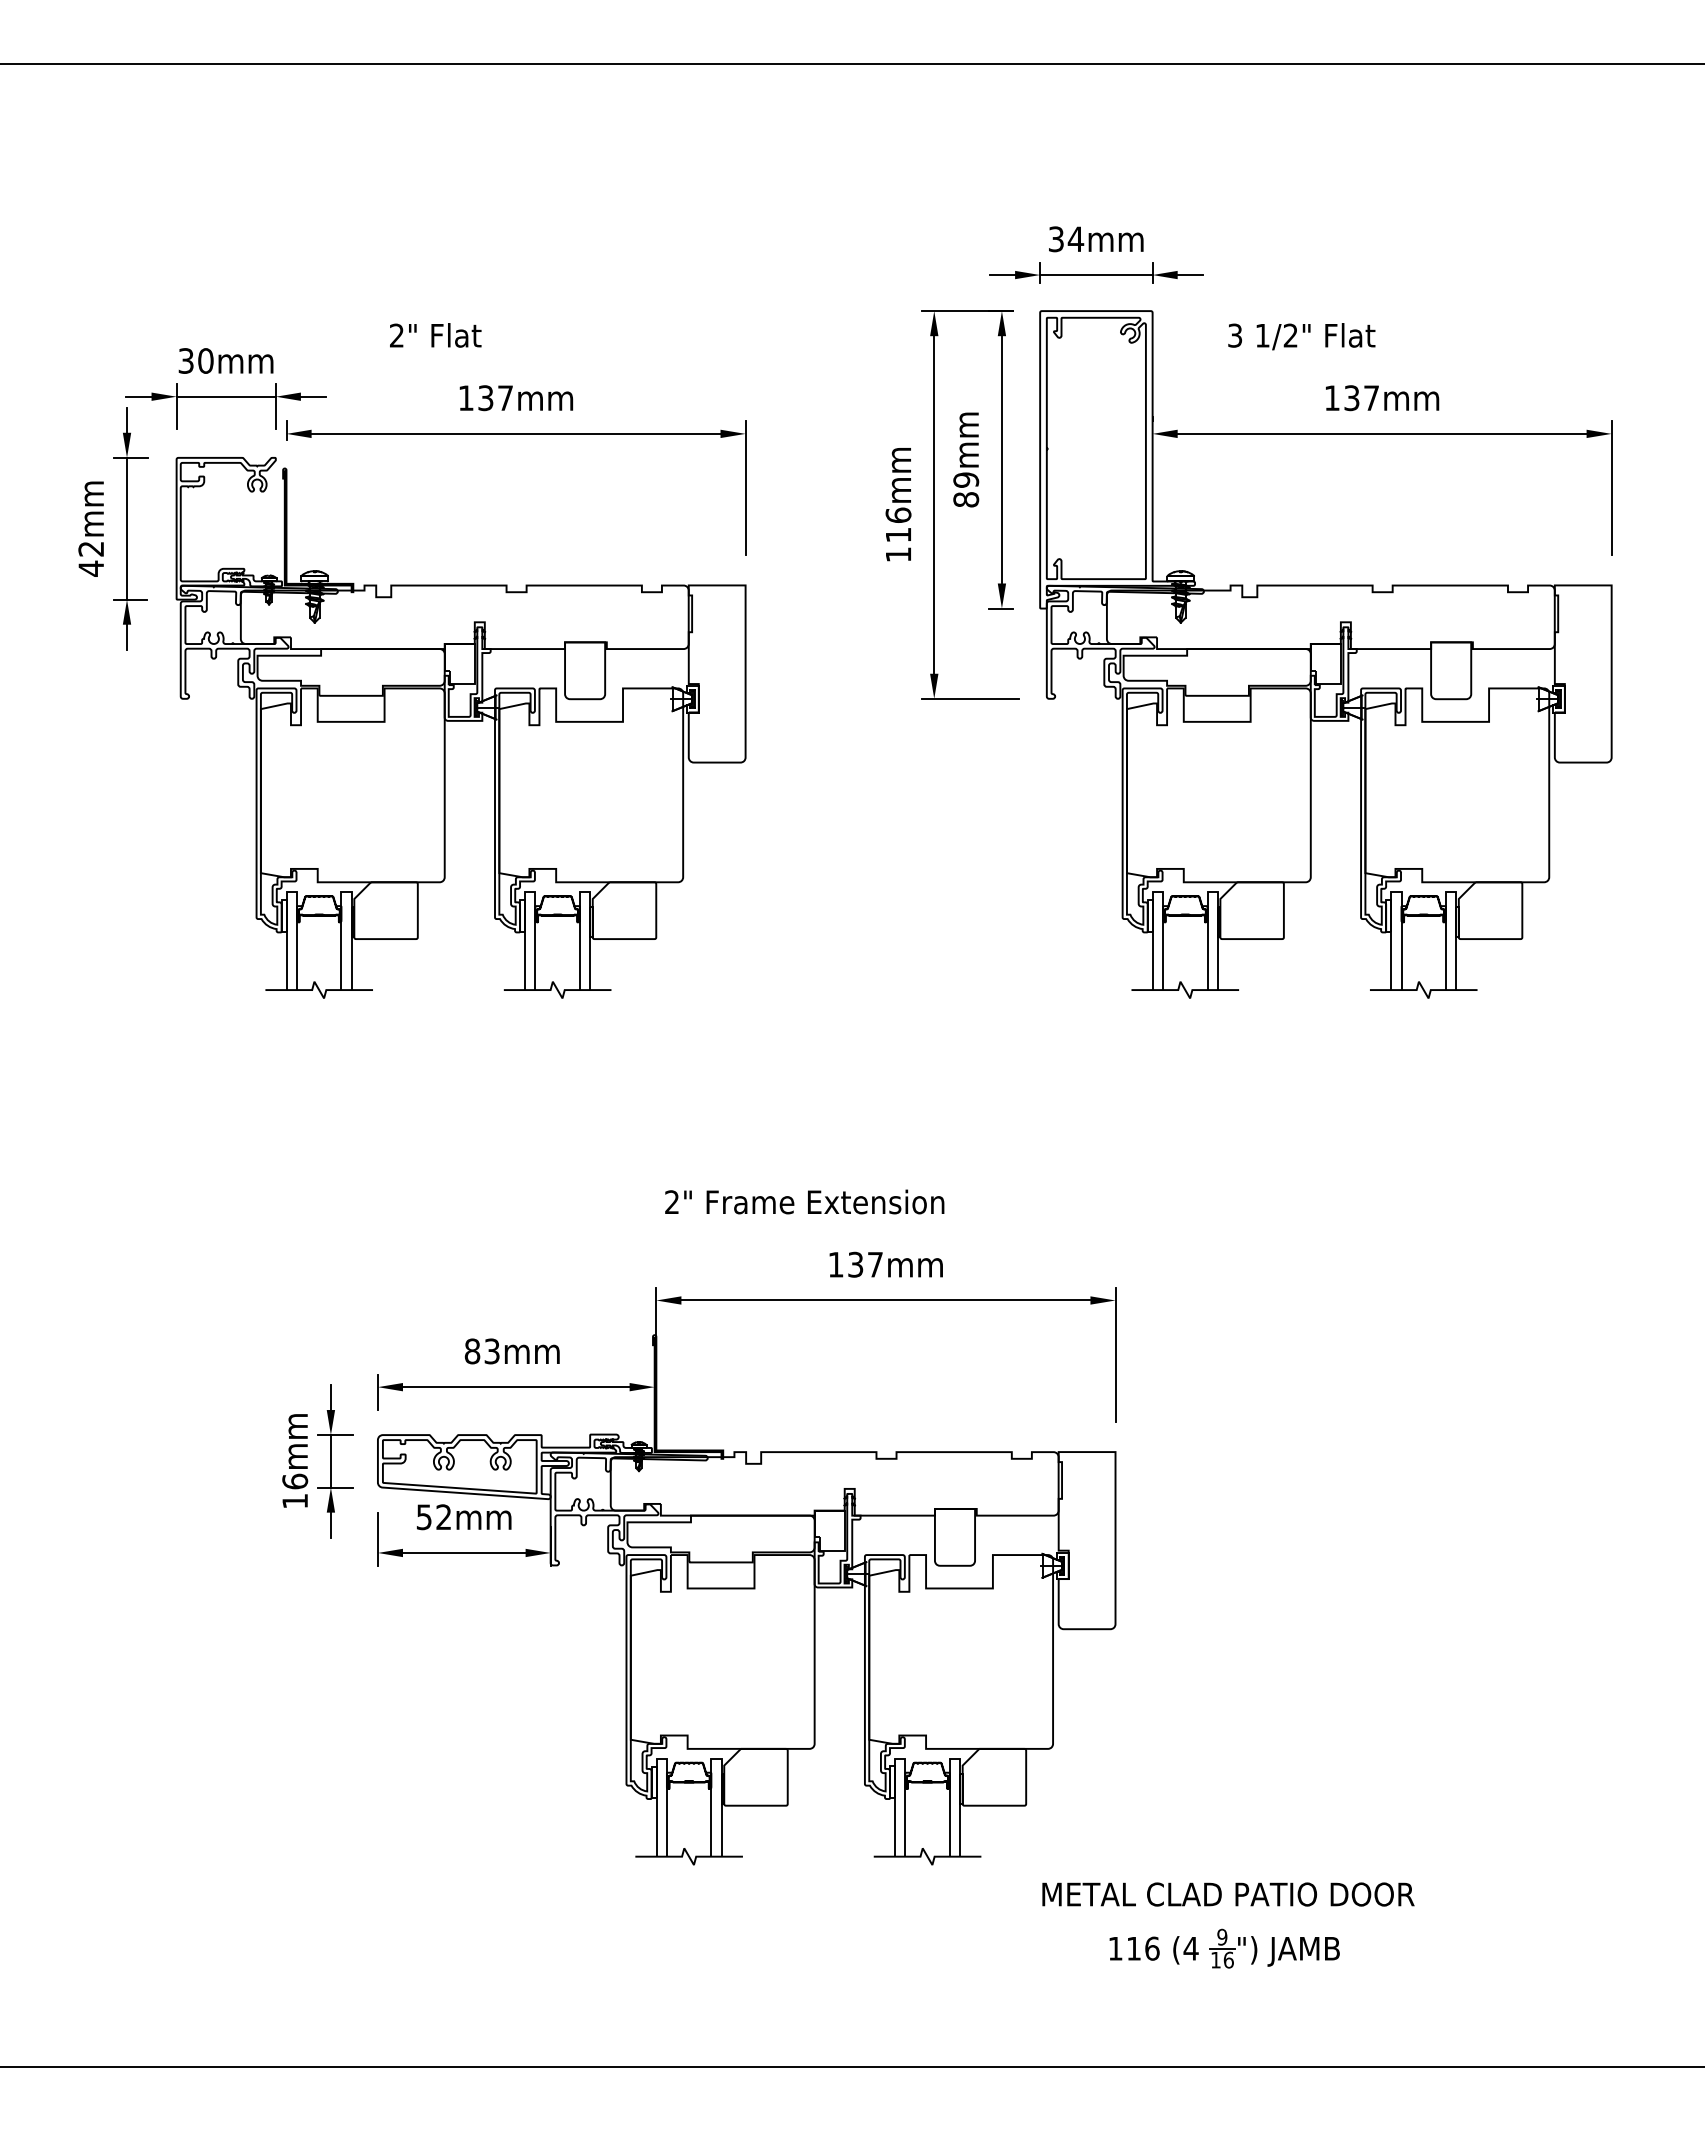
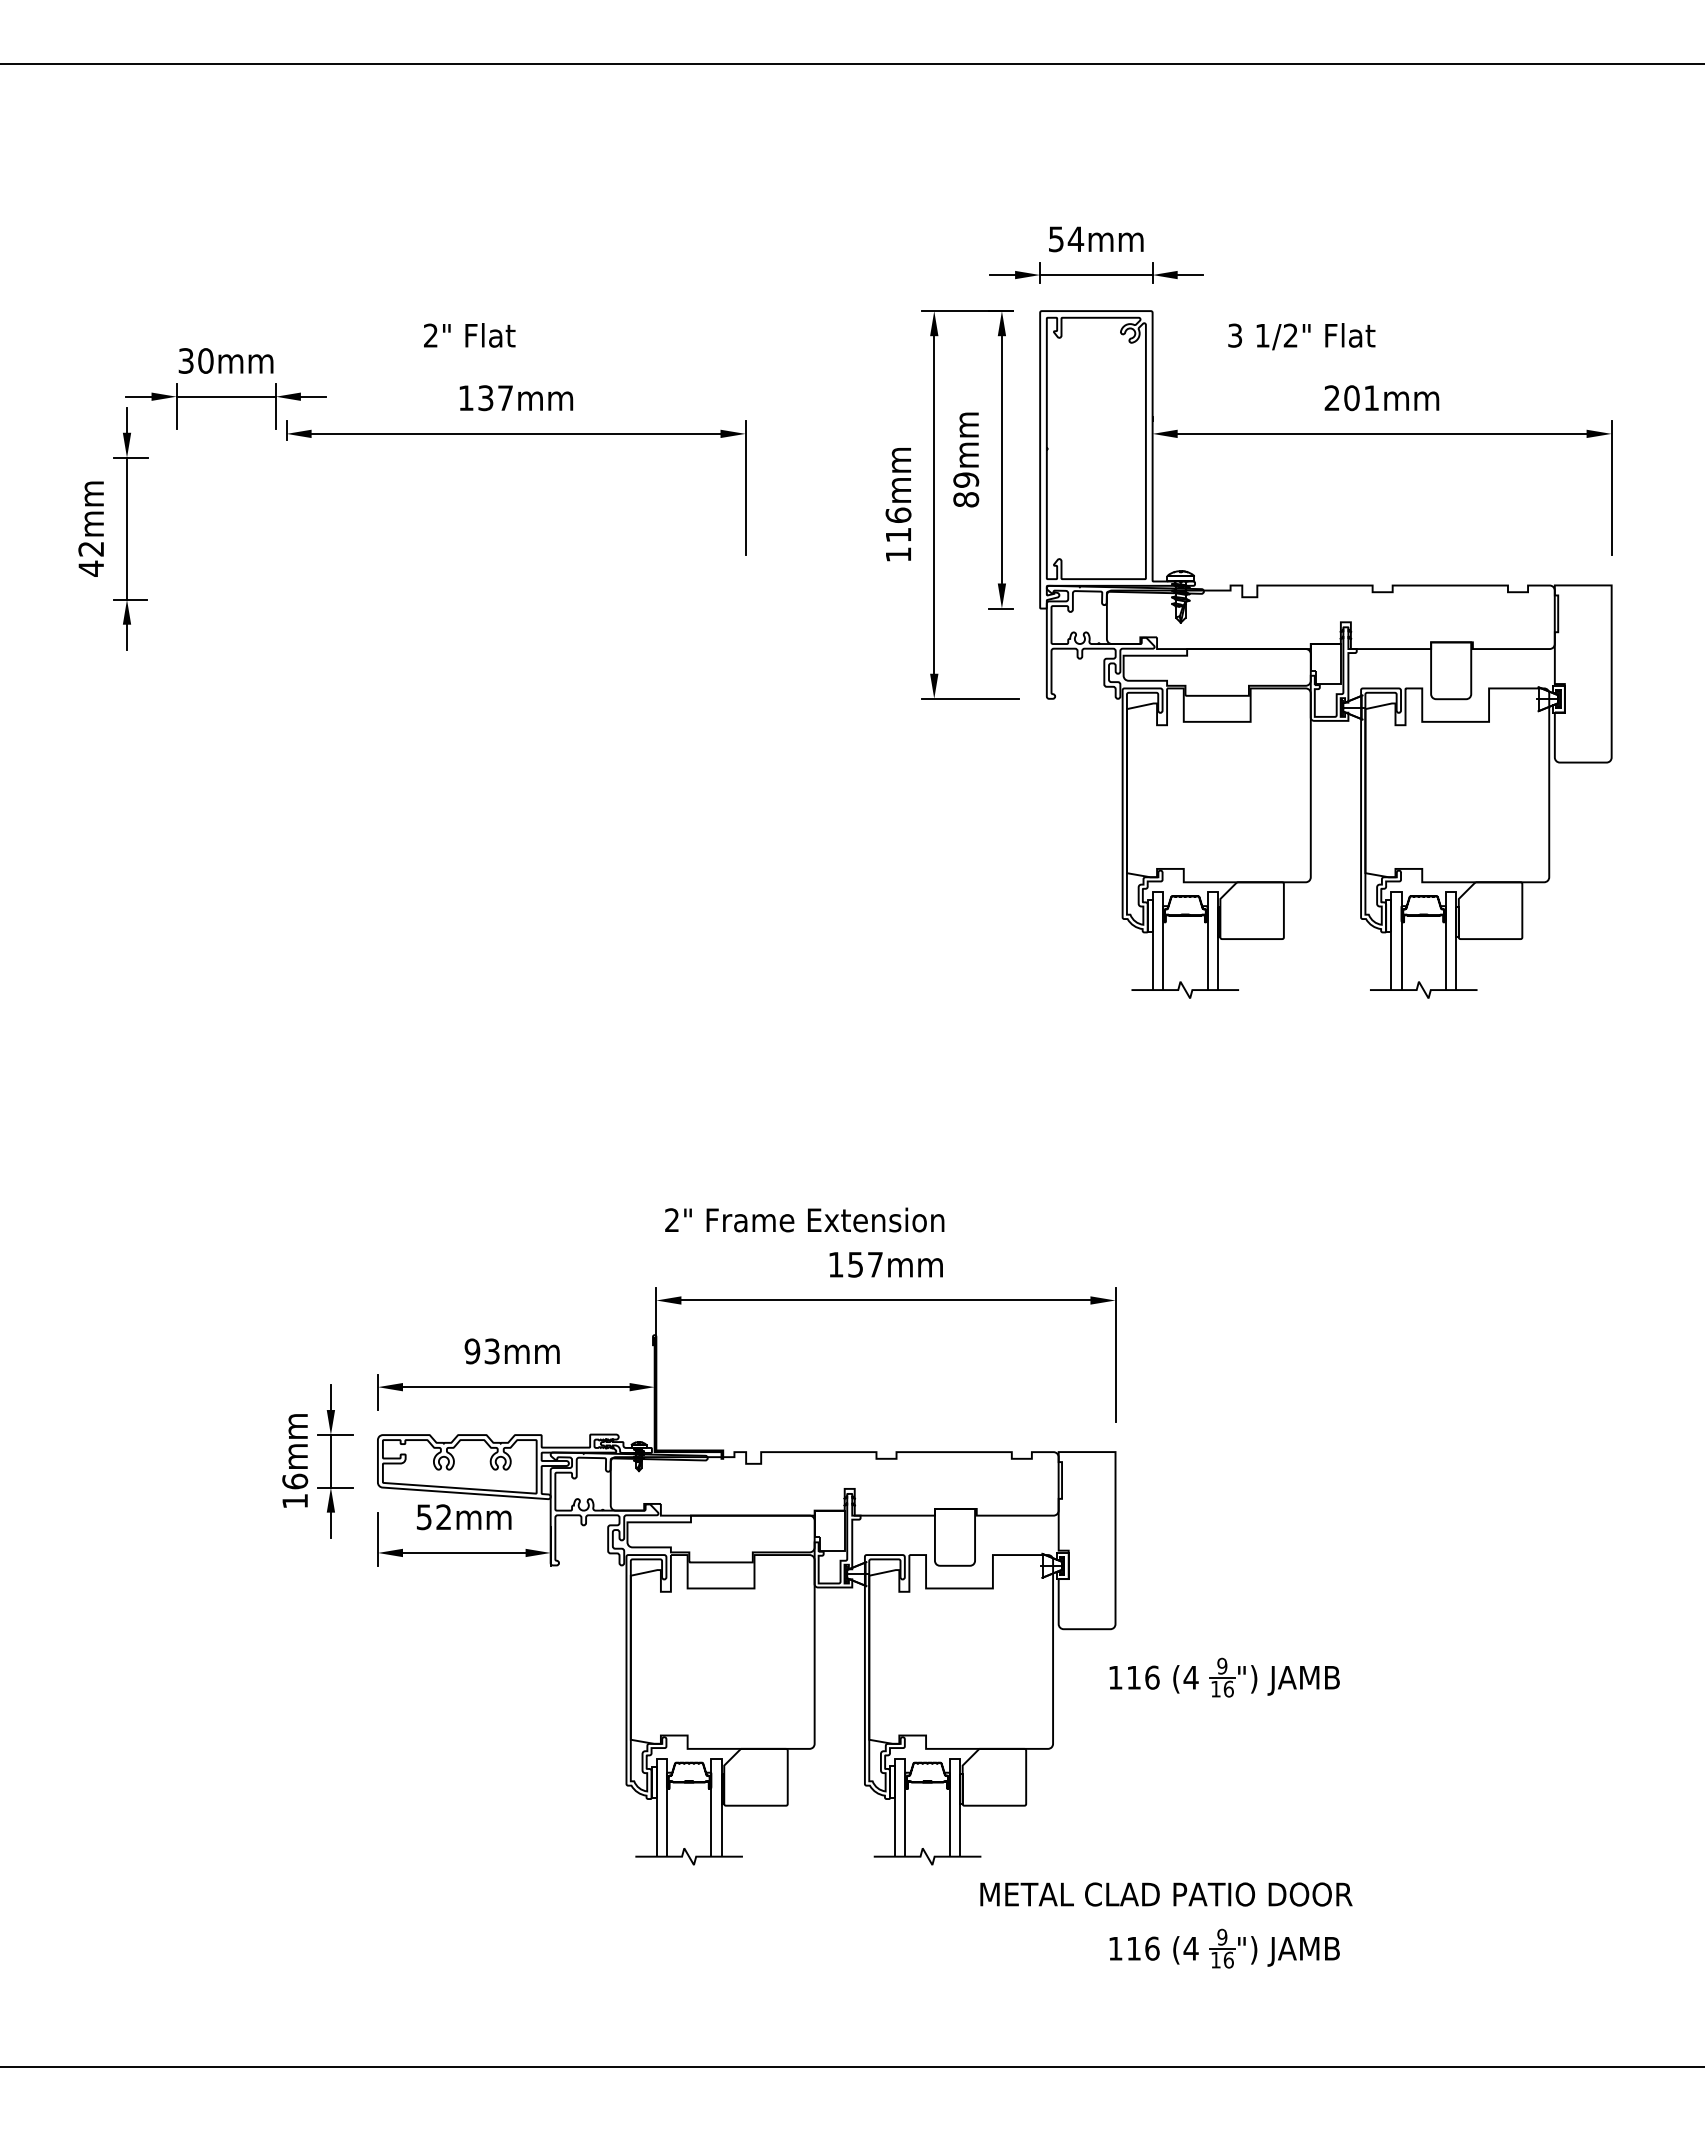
text at (1056, 238): 34mm -> 54mm
text at (435, 335) position: (435, 335) -> (469, 335)
text at (1351, 398): 137mm -> 201mm
part at (460, 727): present -> none
text at (804, 1201) position: (804, 1201) -> (804, 1219)
text at (856, 1264): 137mm -> 157mm
text at (472, 1351): 83mm -> 93mm
part at (1224, 1677): none -> present
text at (1228, 1894) position: (1228, 1894) -> (1166, 1894)
